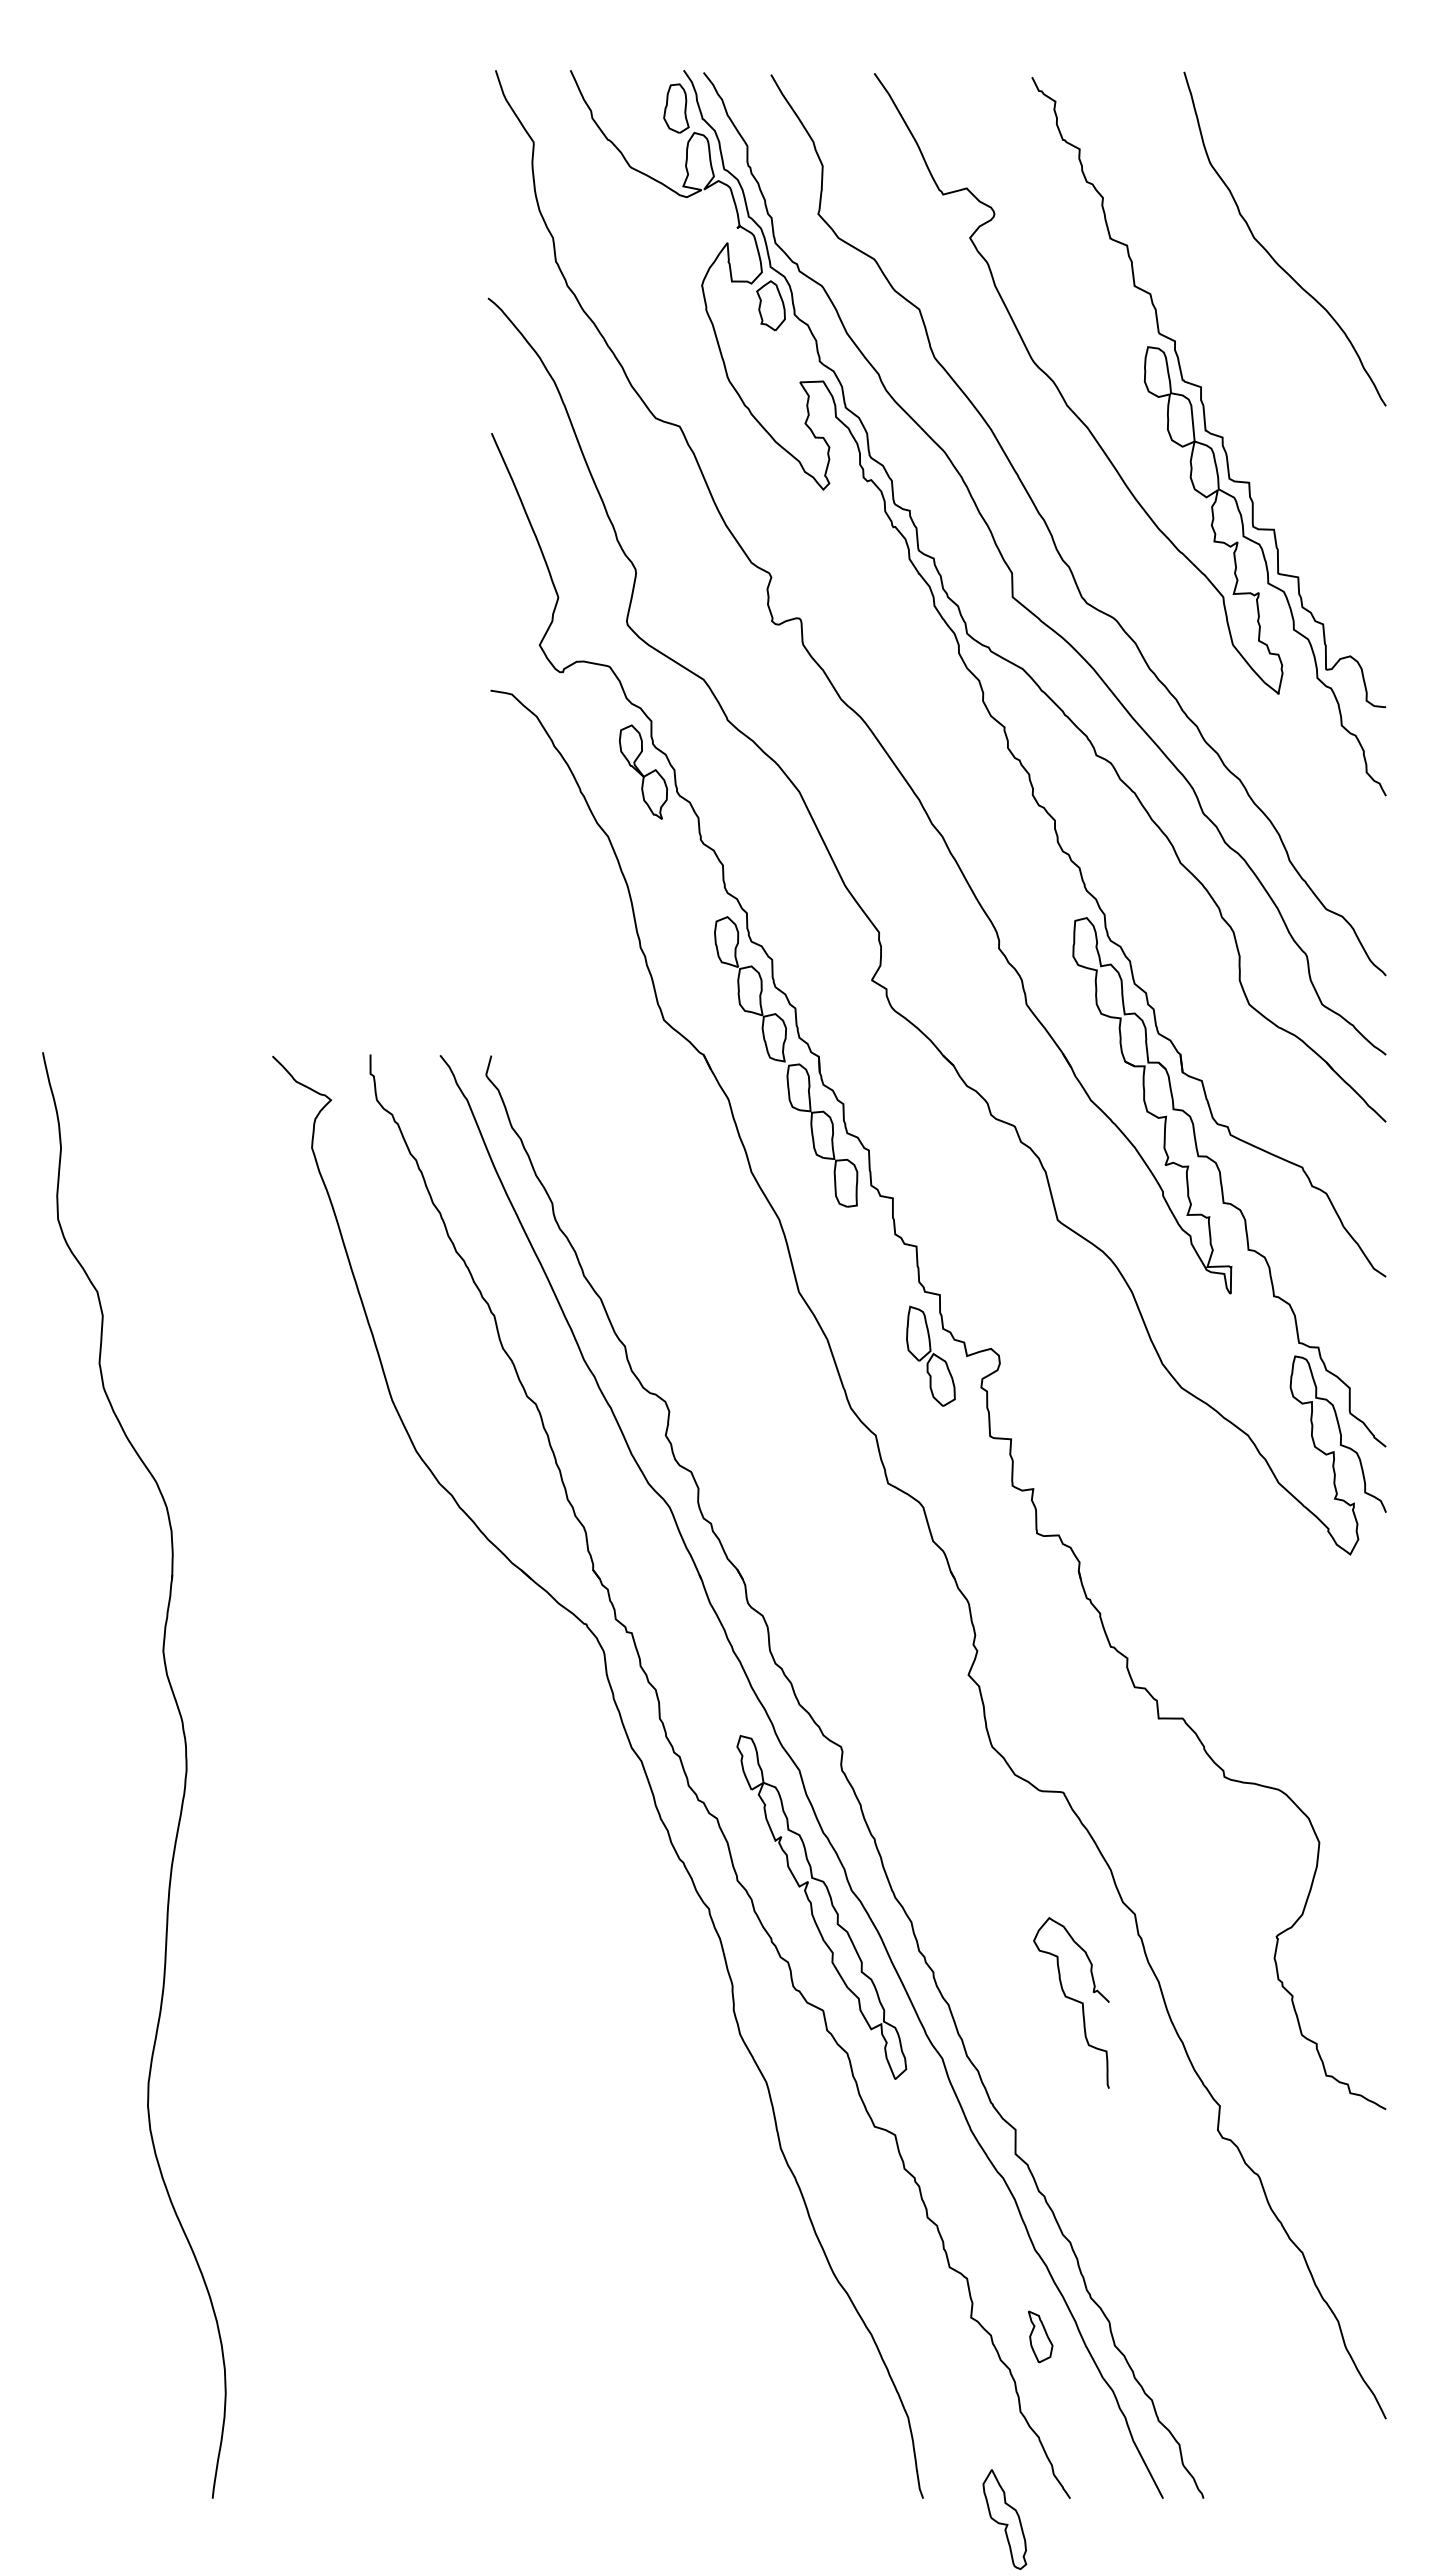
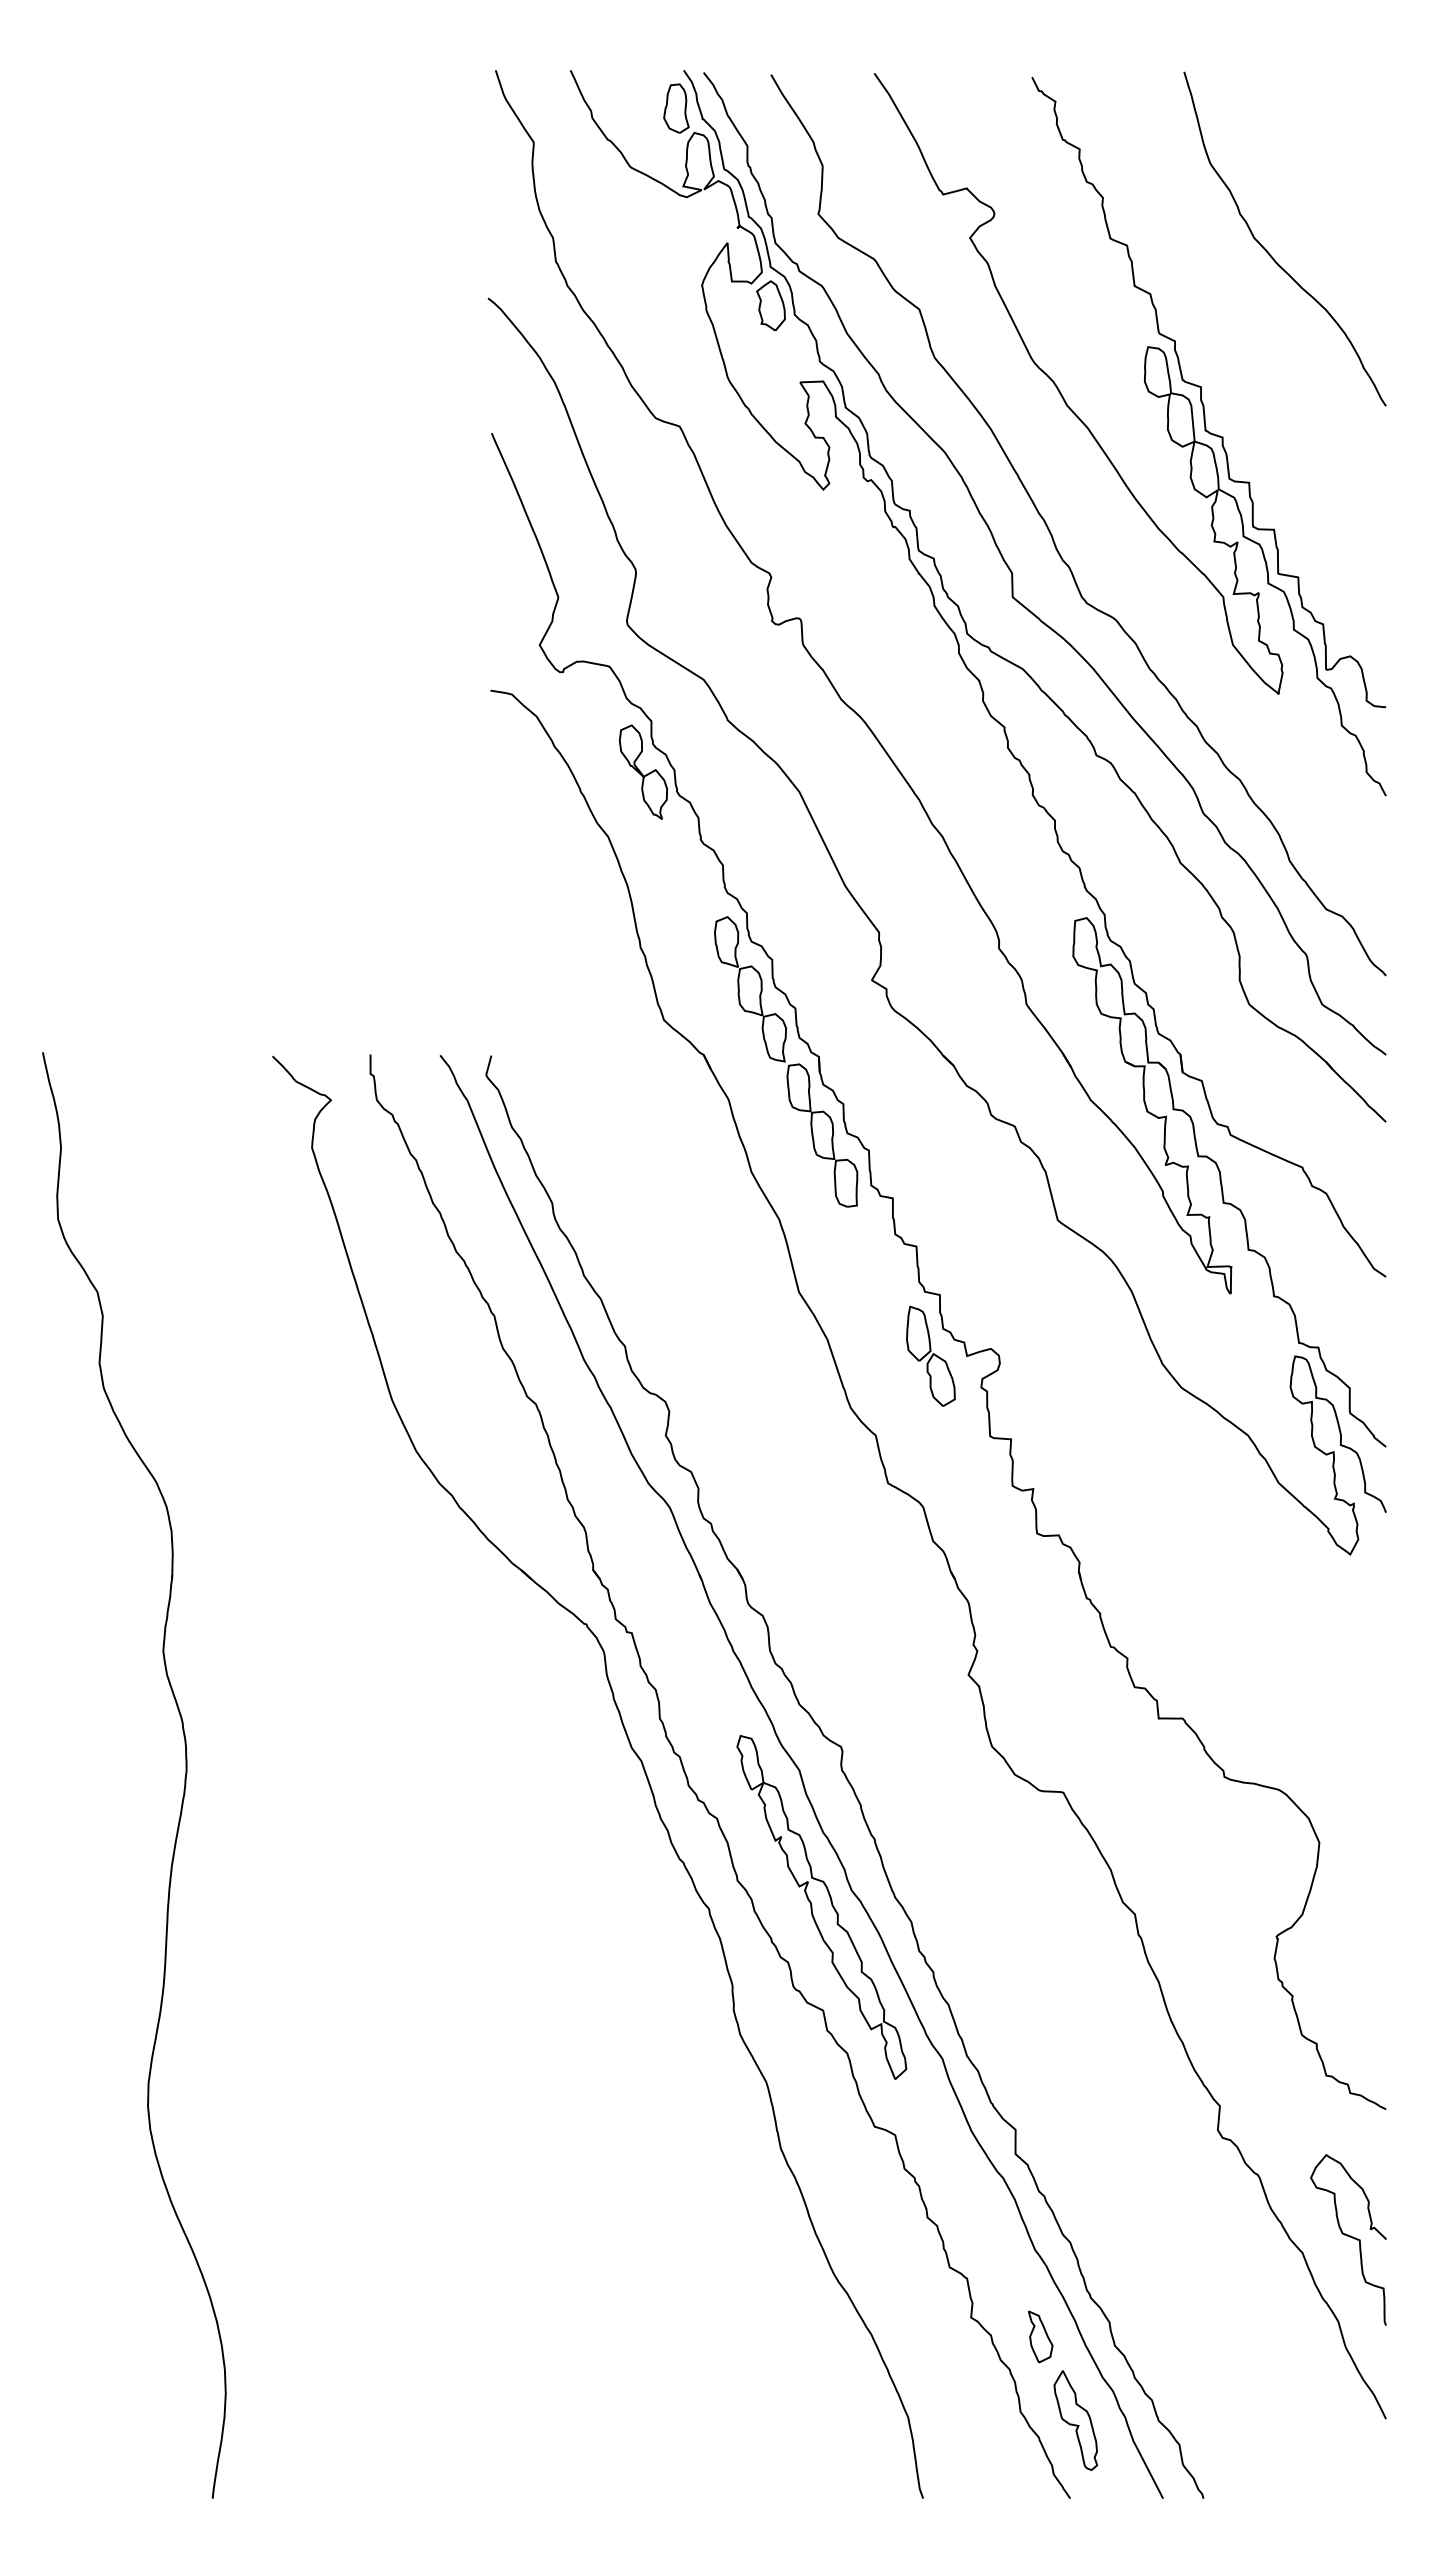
curve at (1072, 2000) position: (1072, 2000) -> (1349, 2237)
part at (1004, 2519) position: (1004, 2519) -> (1075, 2420)
